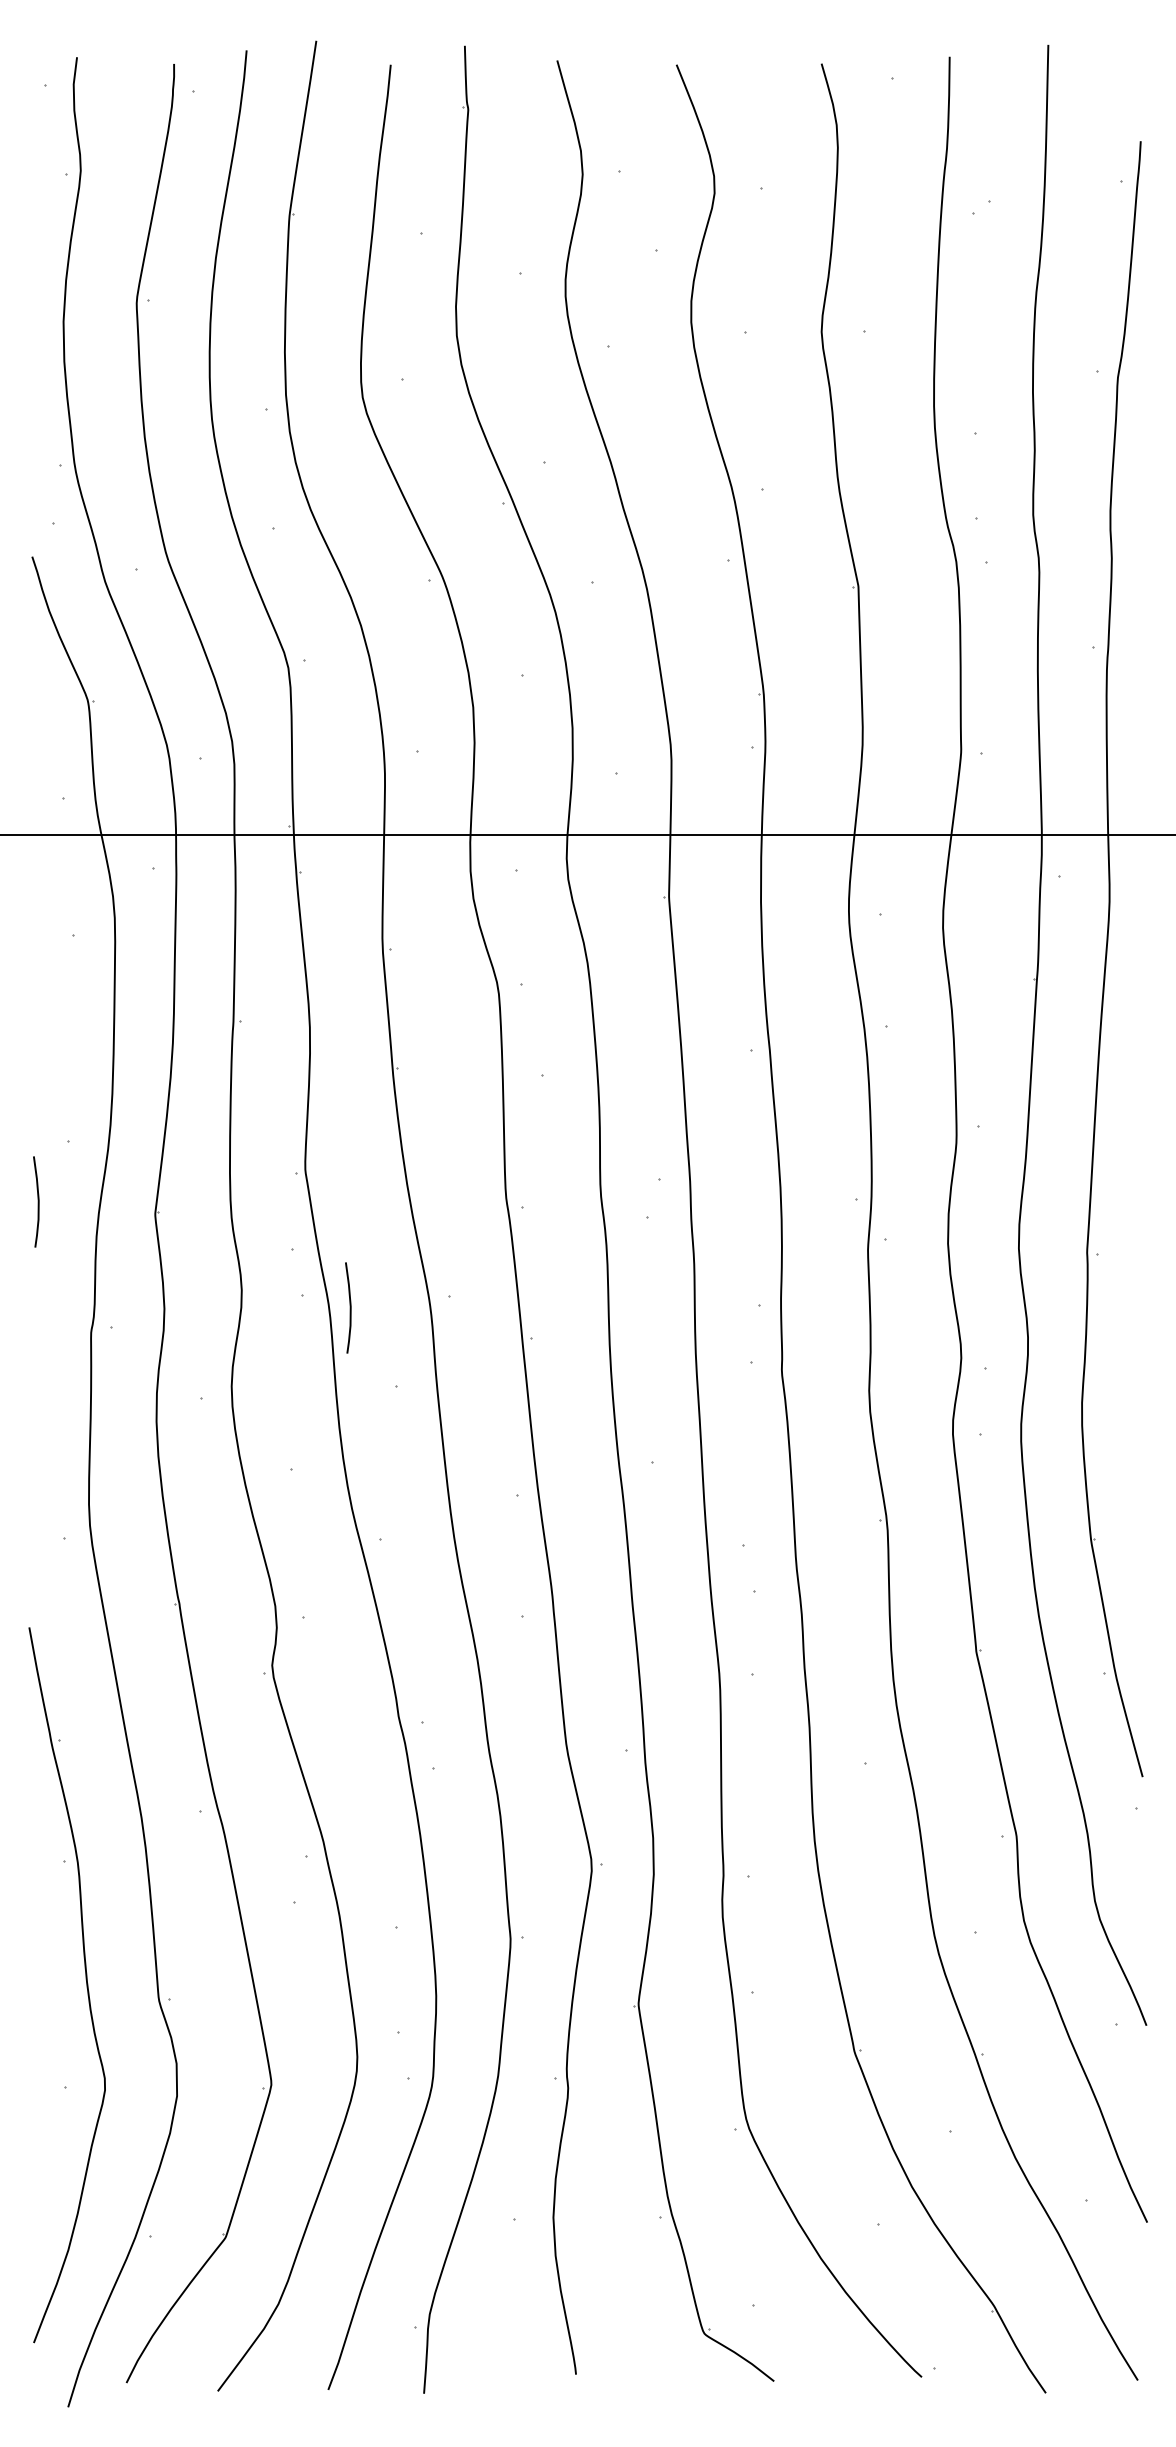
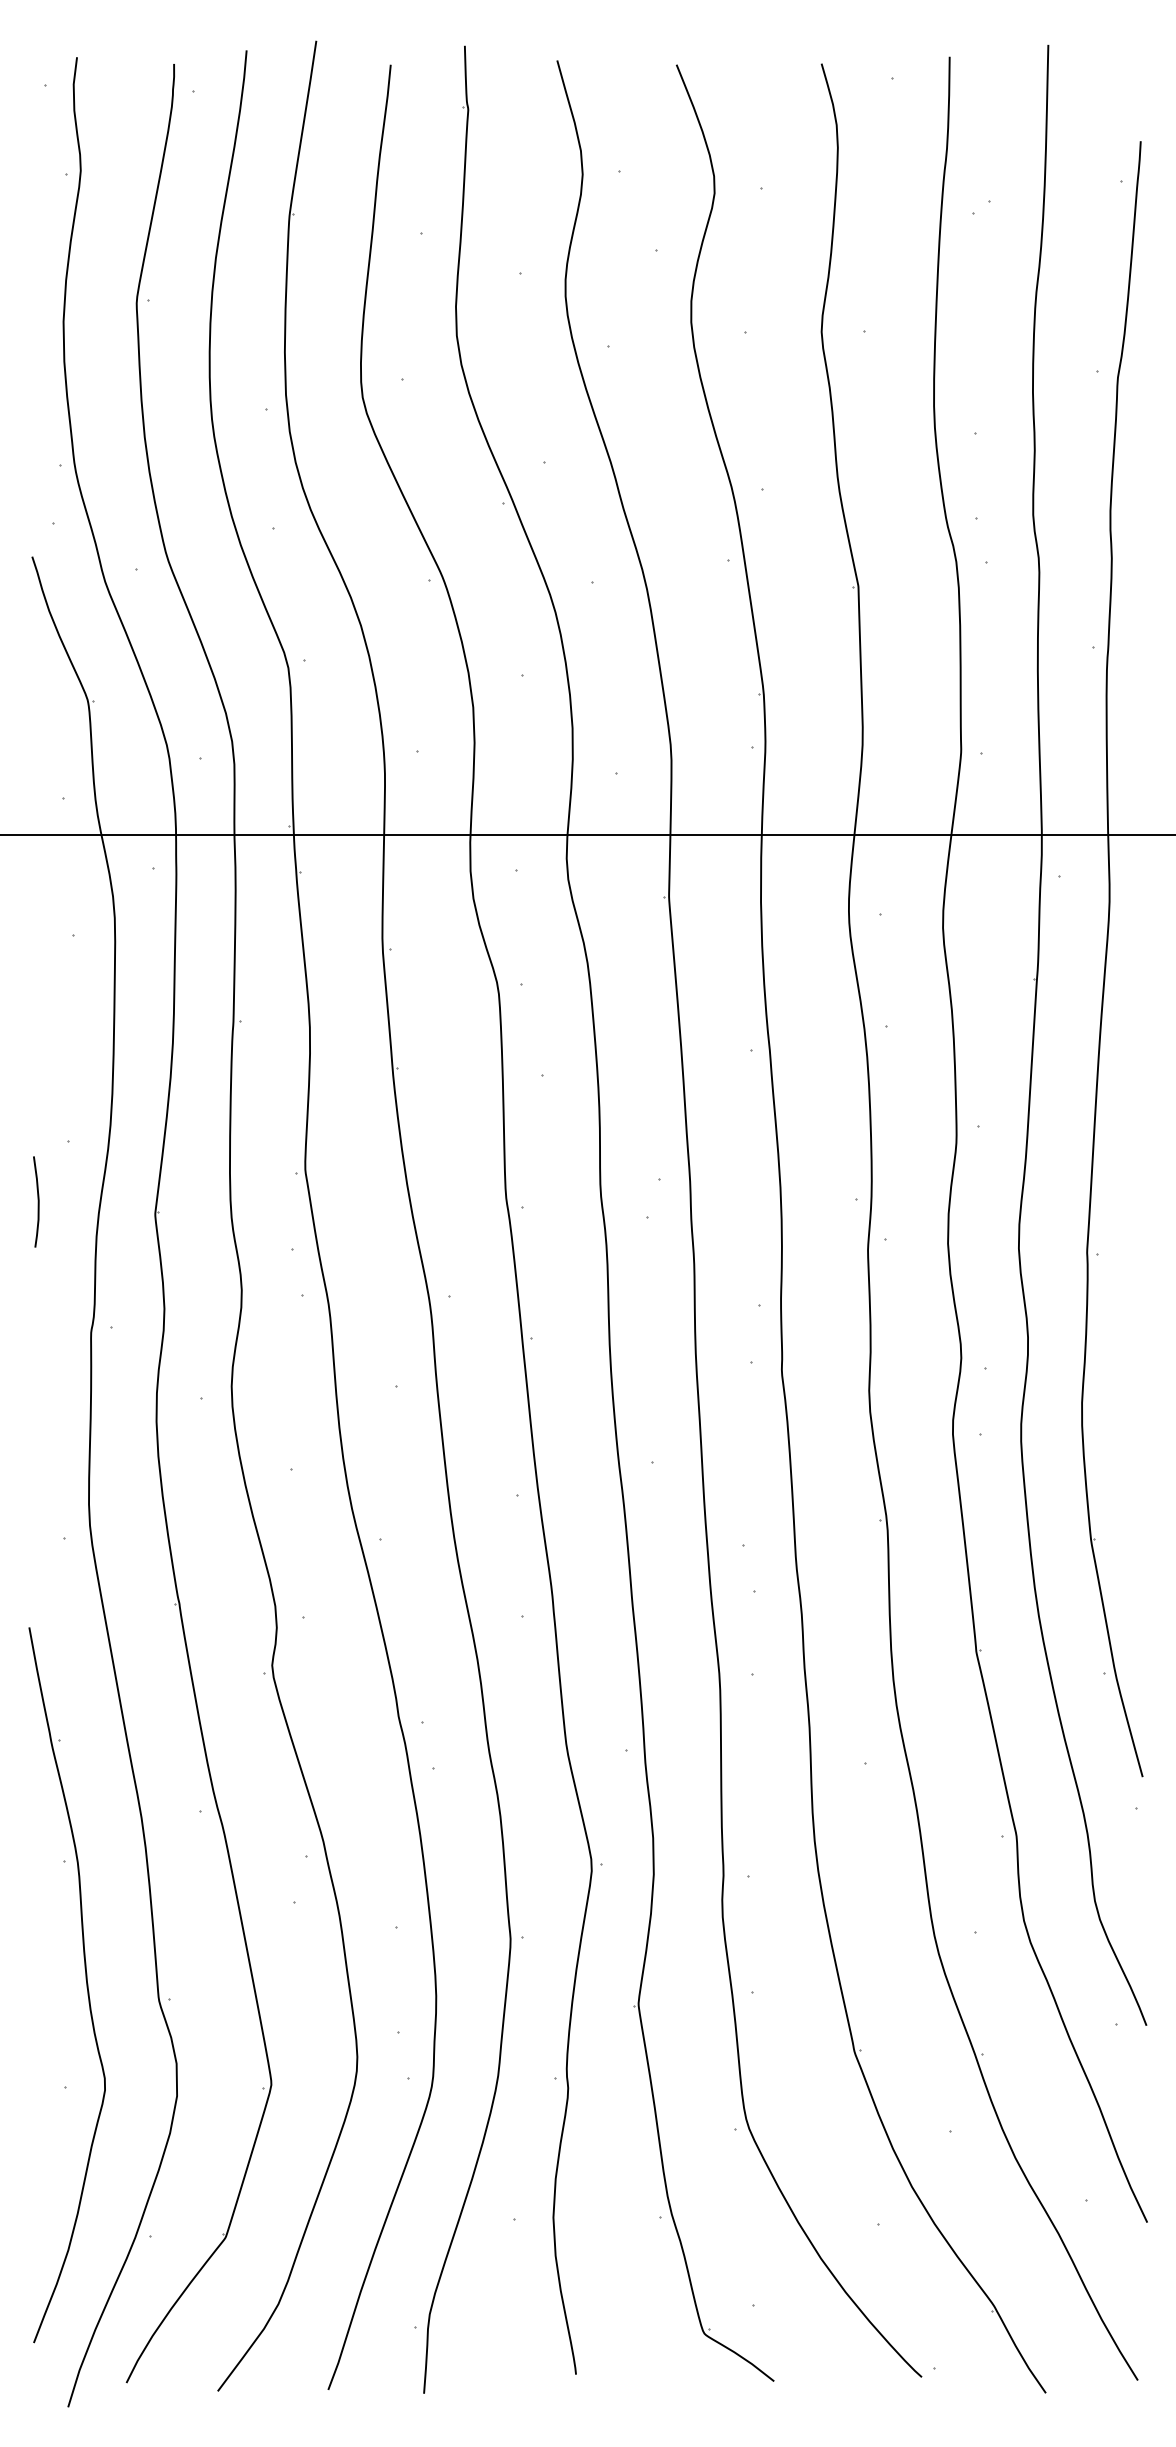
curve at (349, 1307): present -> none
